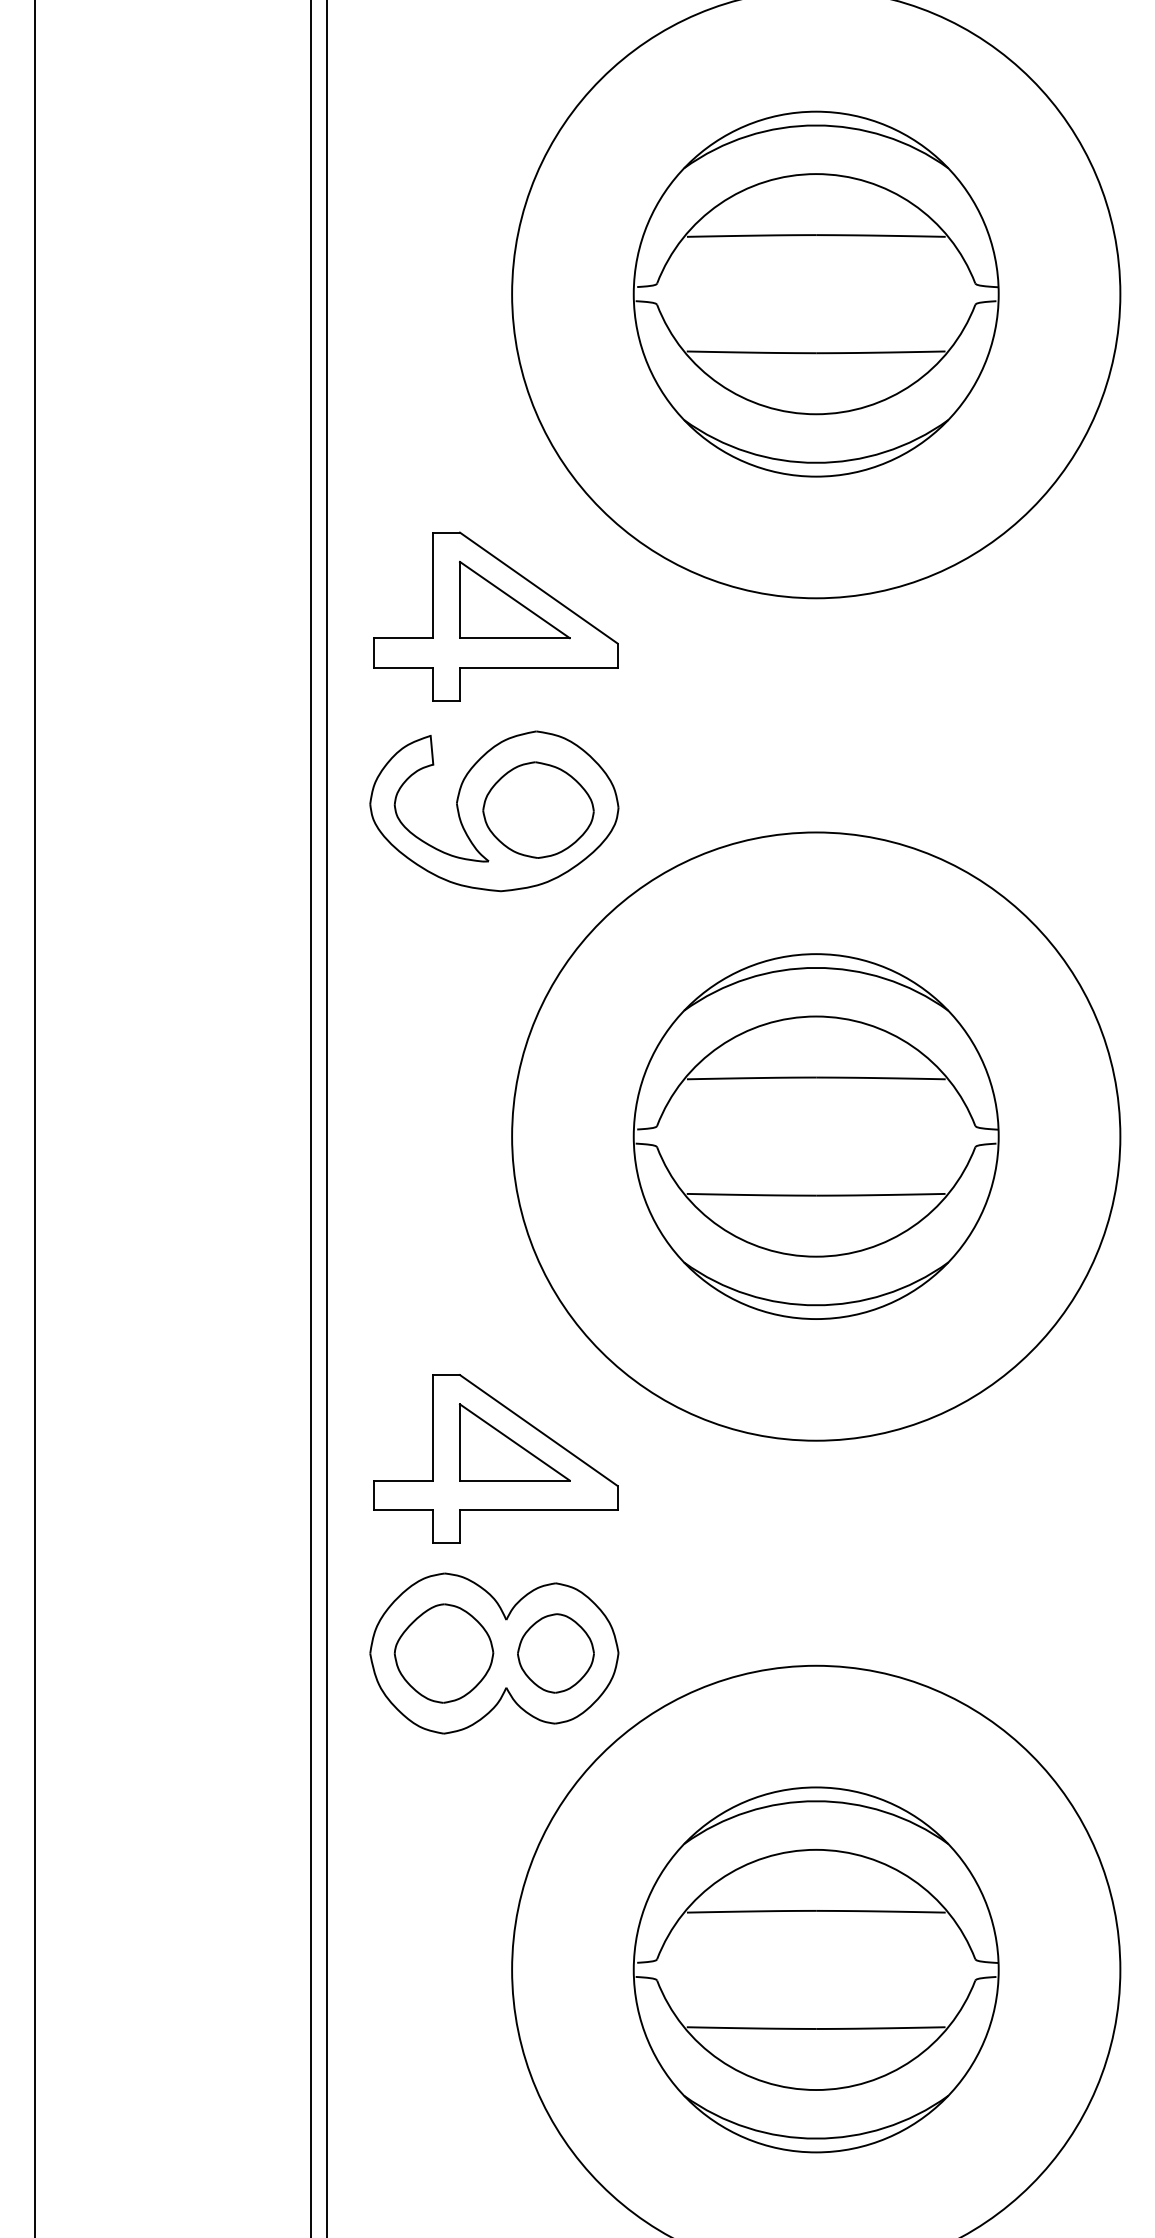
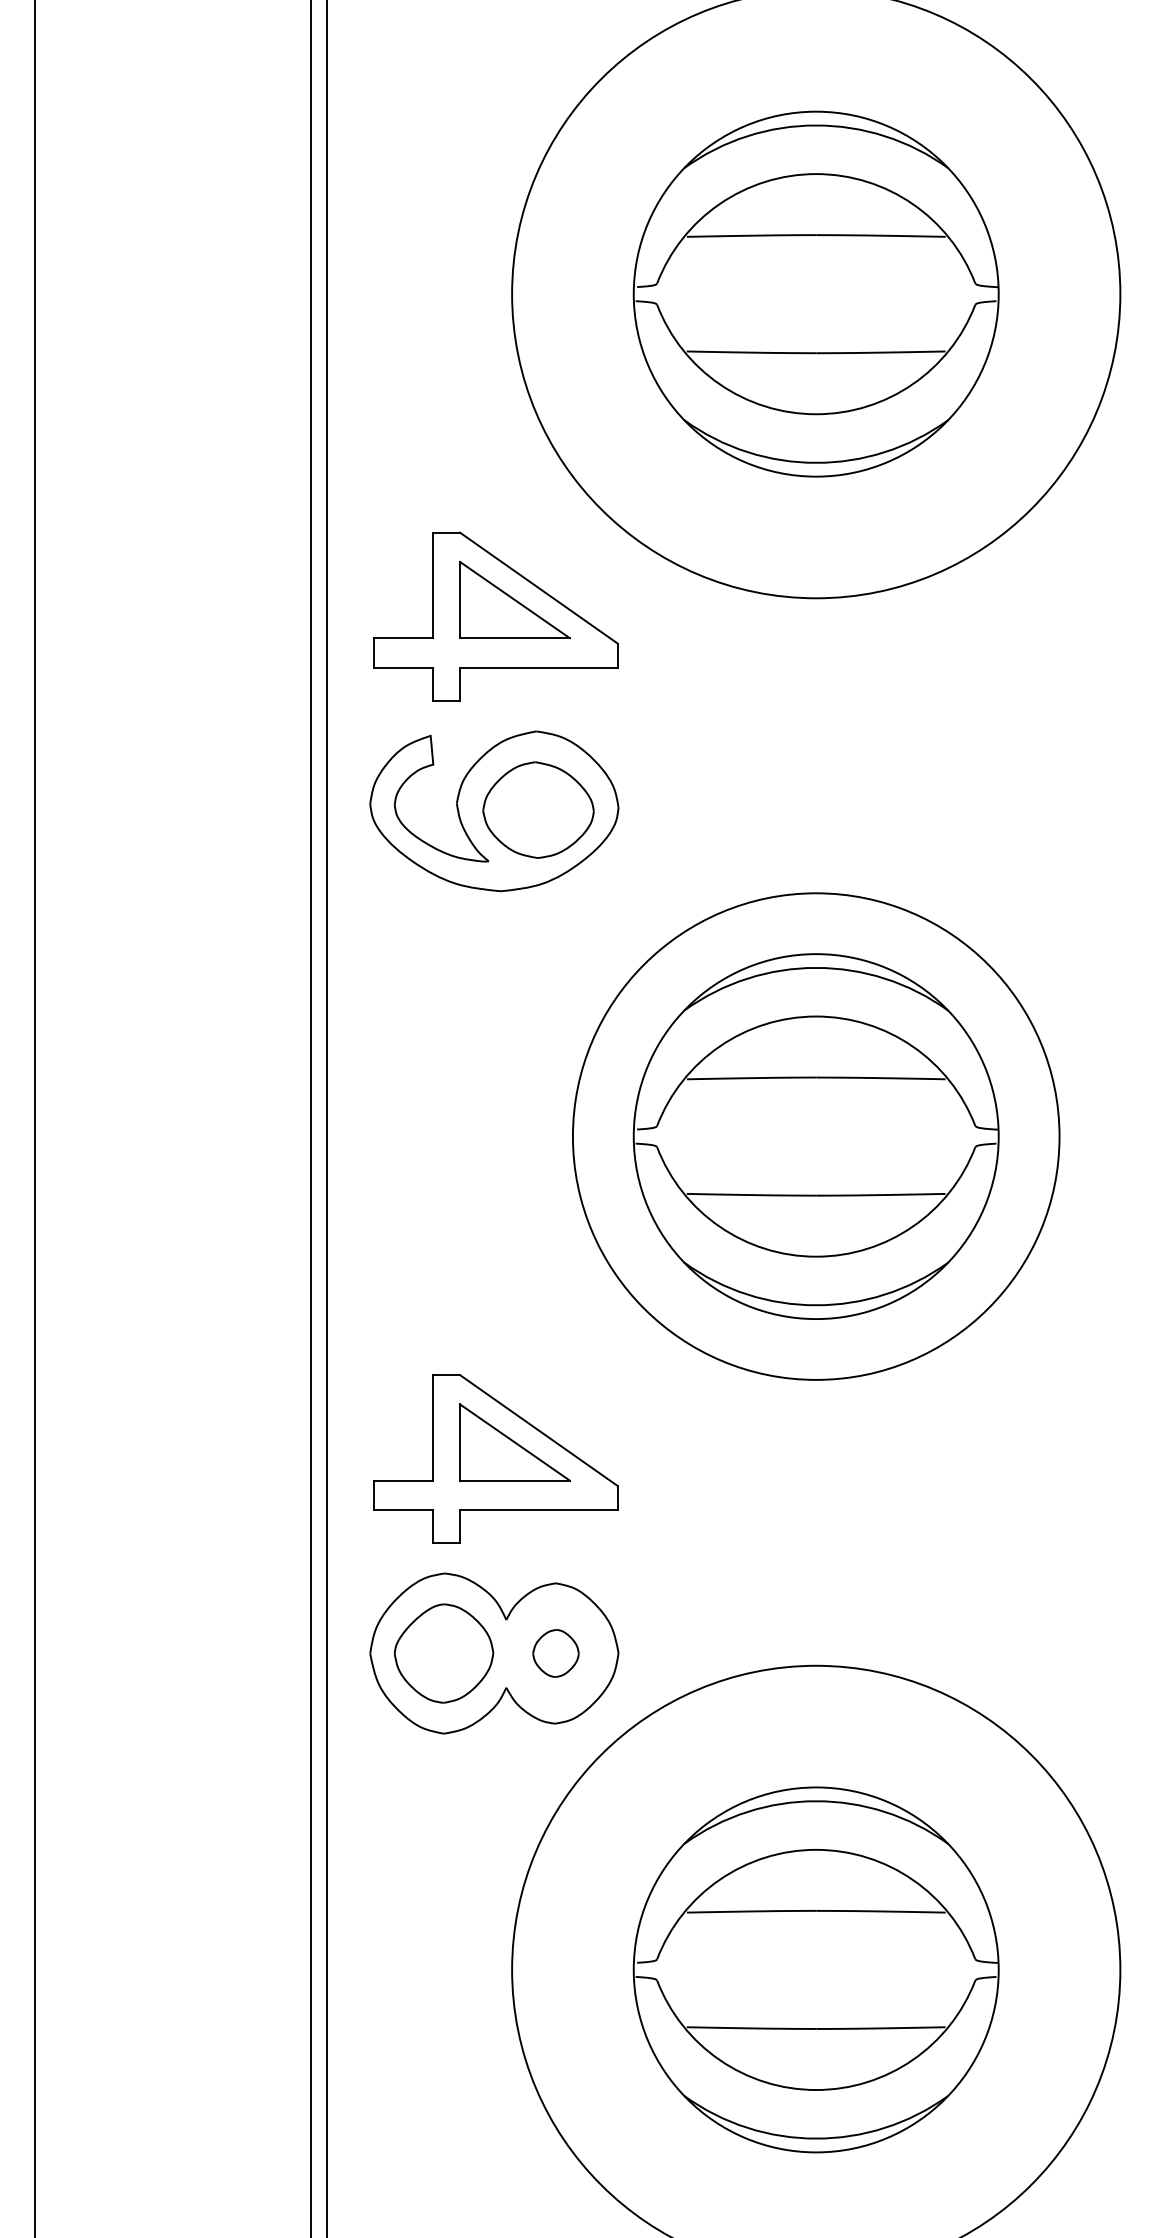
circle at (816, 1136) diameter: 608 px -> 487 px
part at (555, 1653) size: 78x81 px -> 48x49 px
